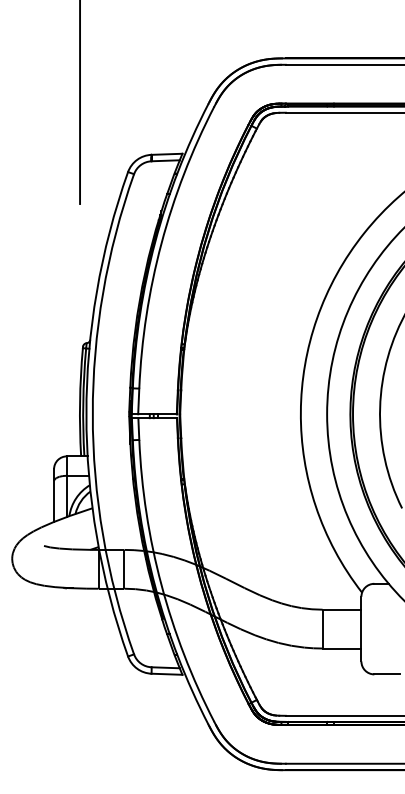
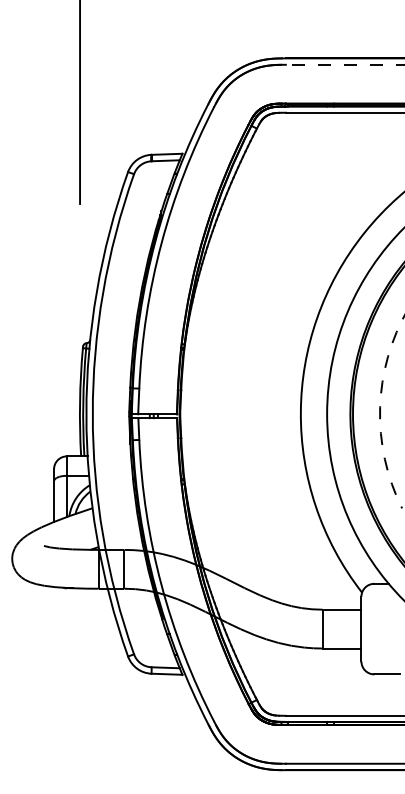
line at (344, 64): solid -> dashed
arc at (380, 411): solid -> dashed
